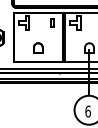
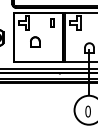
part at (38, 47) position: (38, 47) -> (35, 41)
text at (87, 111): 6 -> 0
